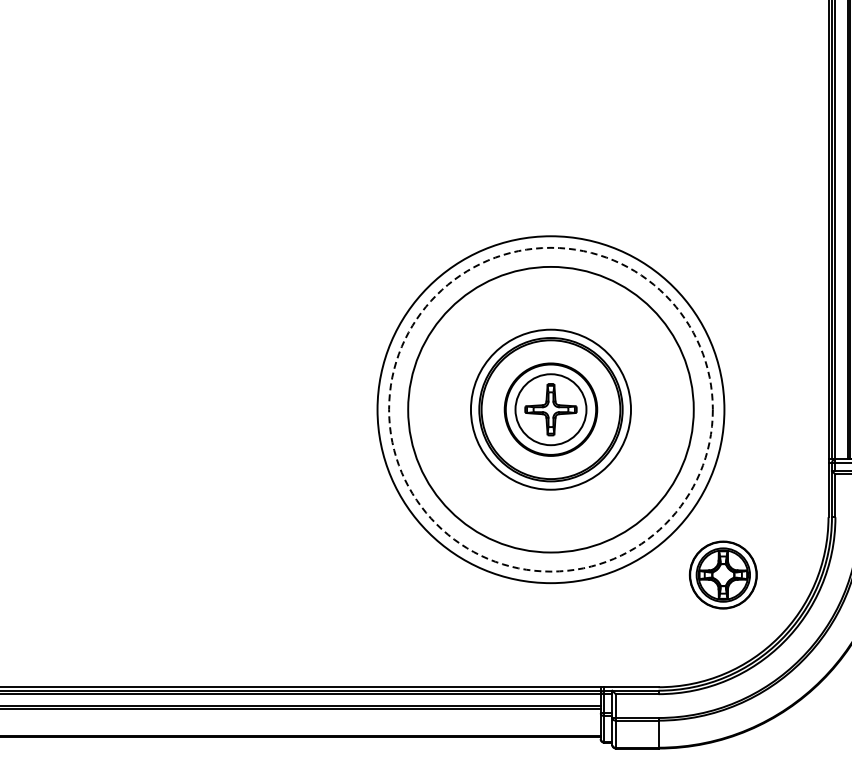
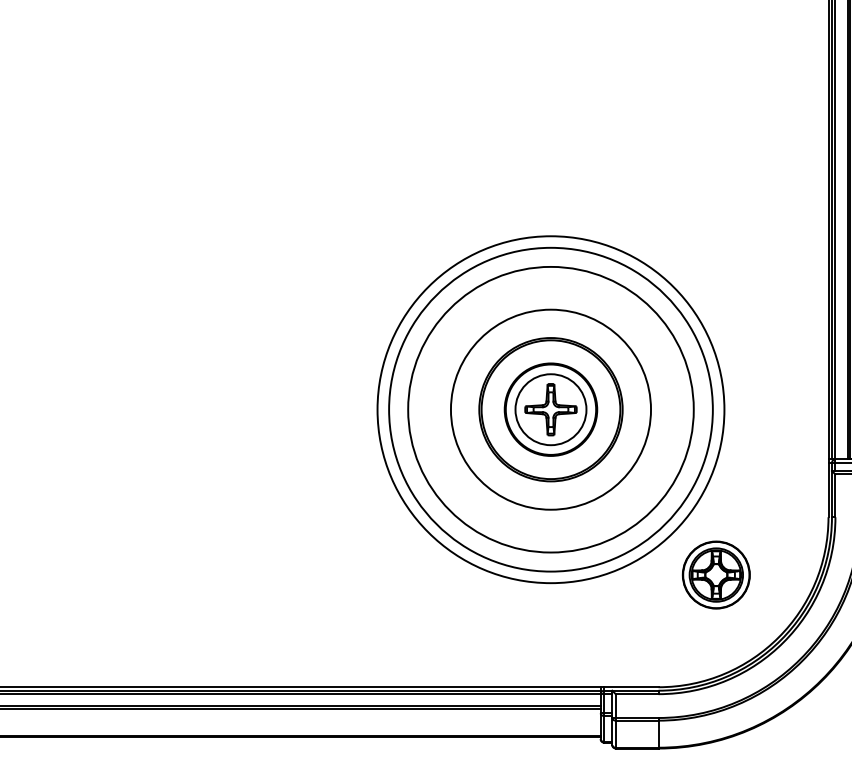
circle at (550, 409) diameter: 160 px -> 200 px
circle at (550, 409): dashed -> solid
part at (722, 574) position: (722, 574) -> (715, 574)
